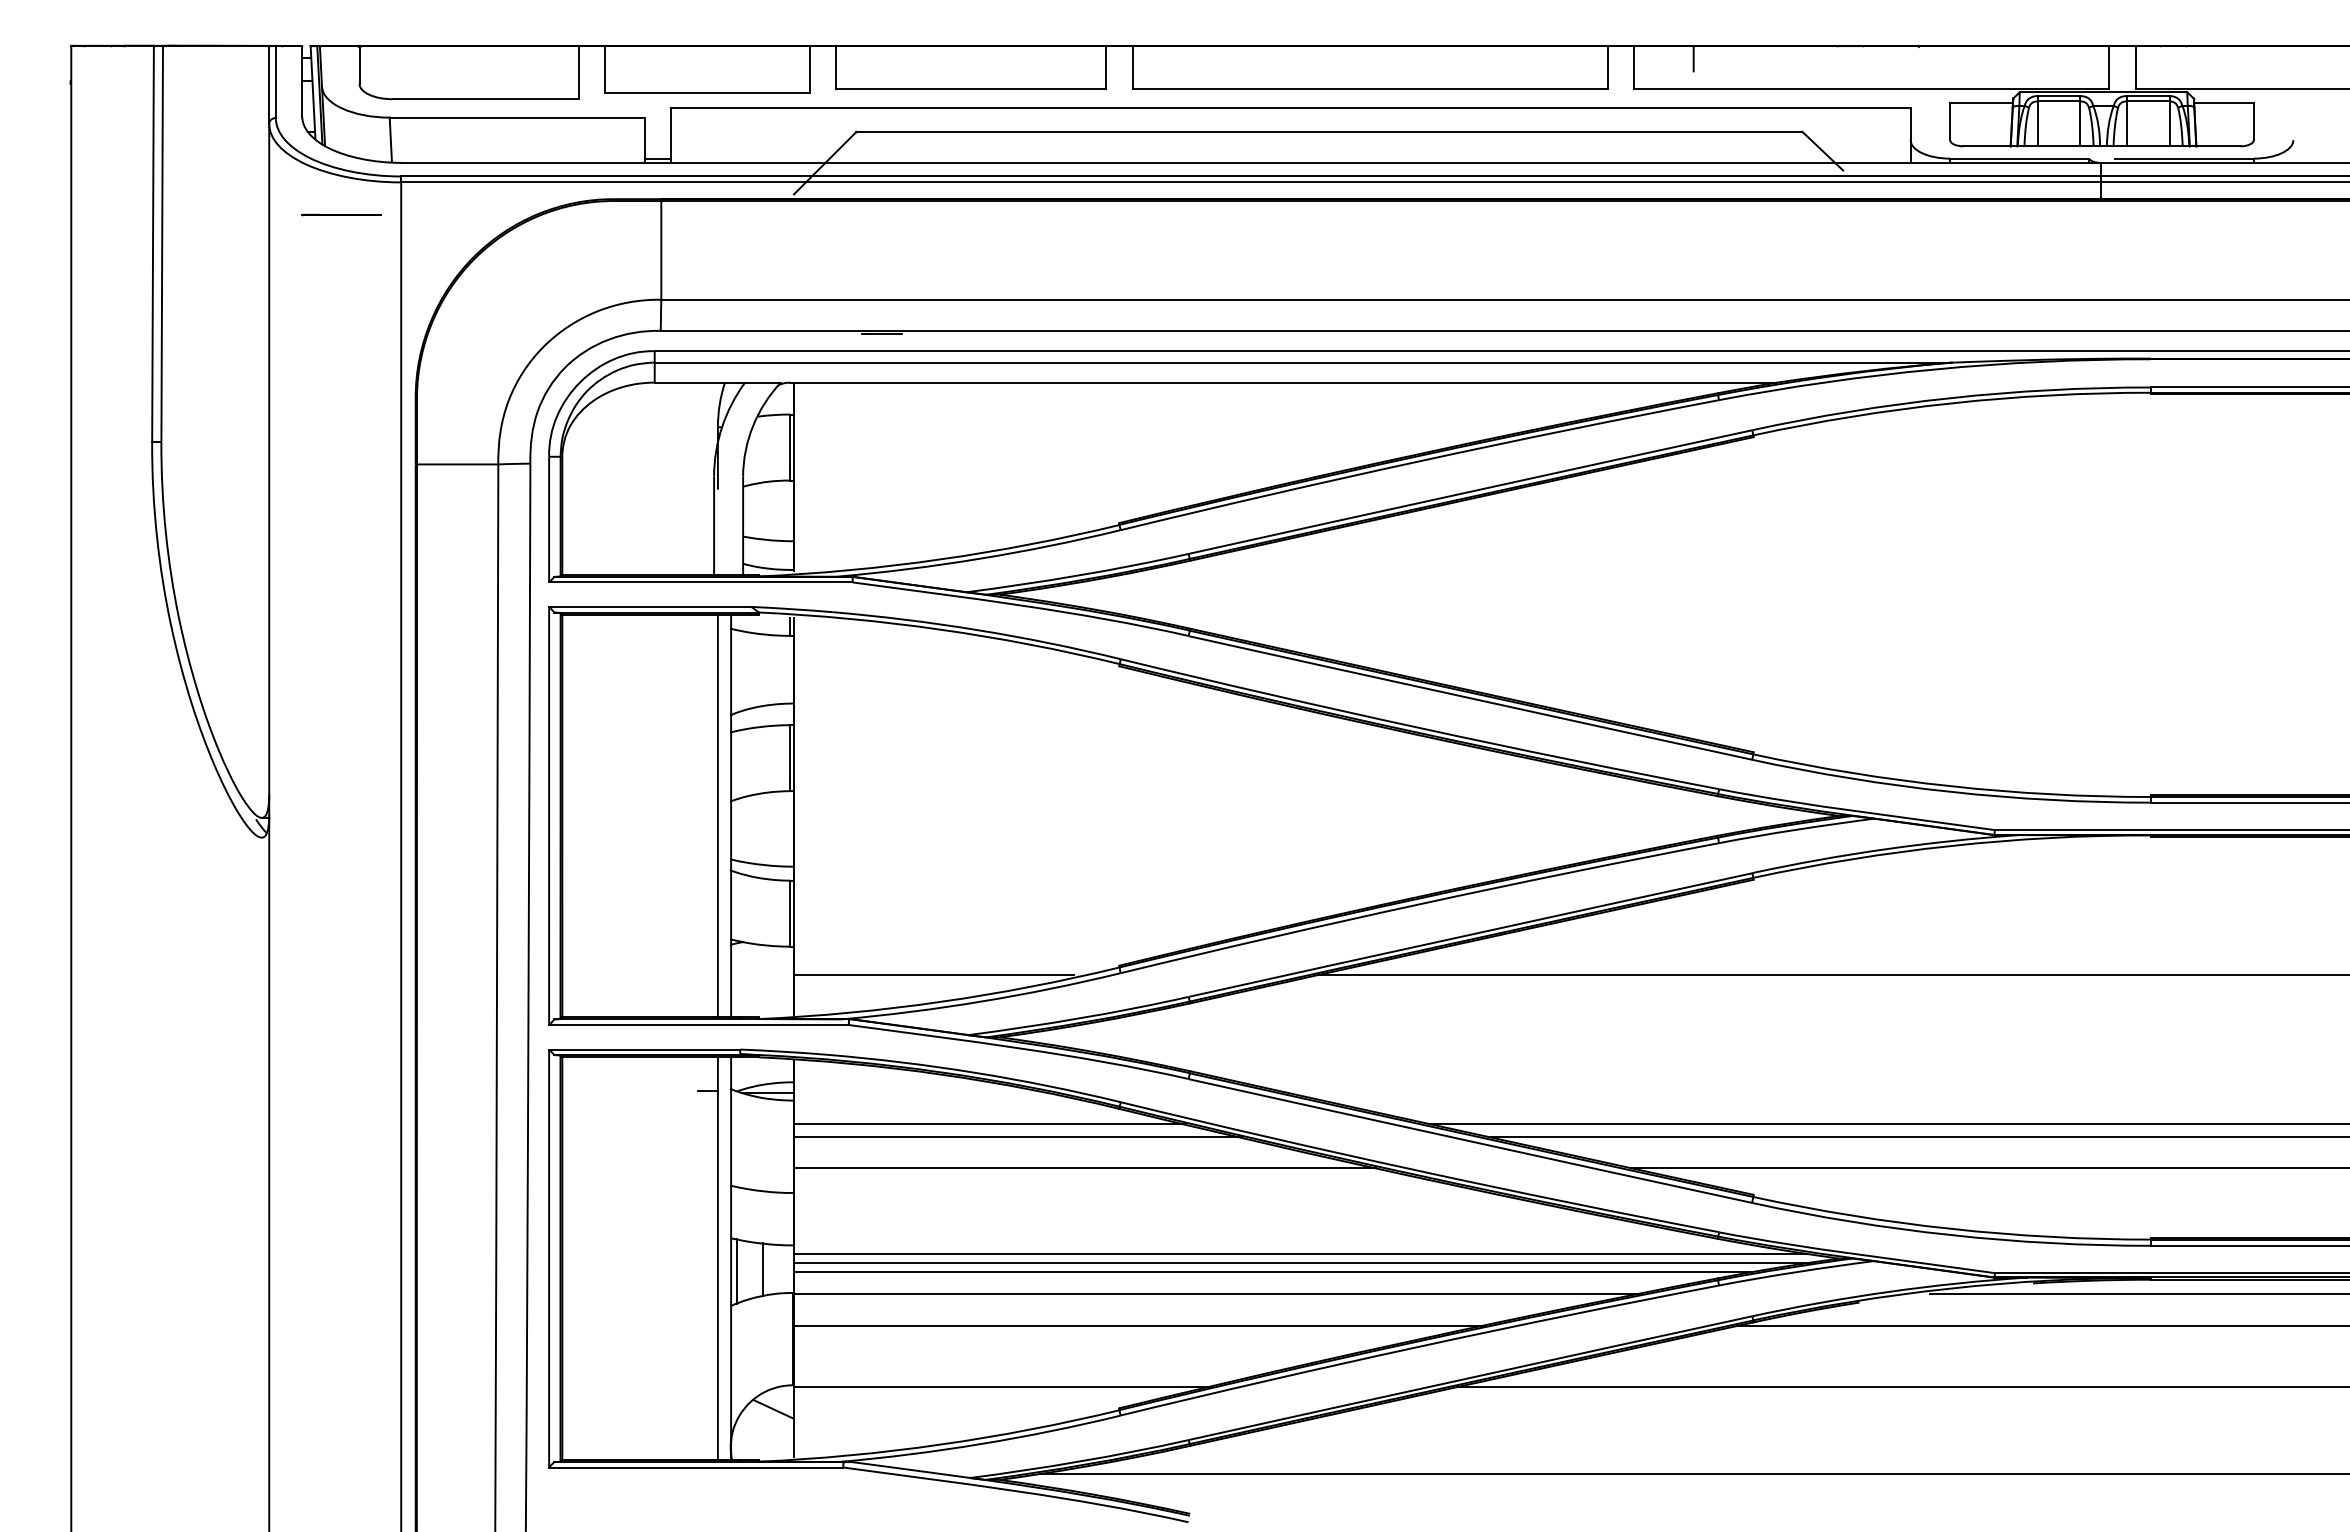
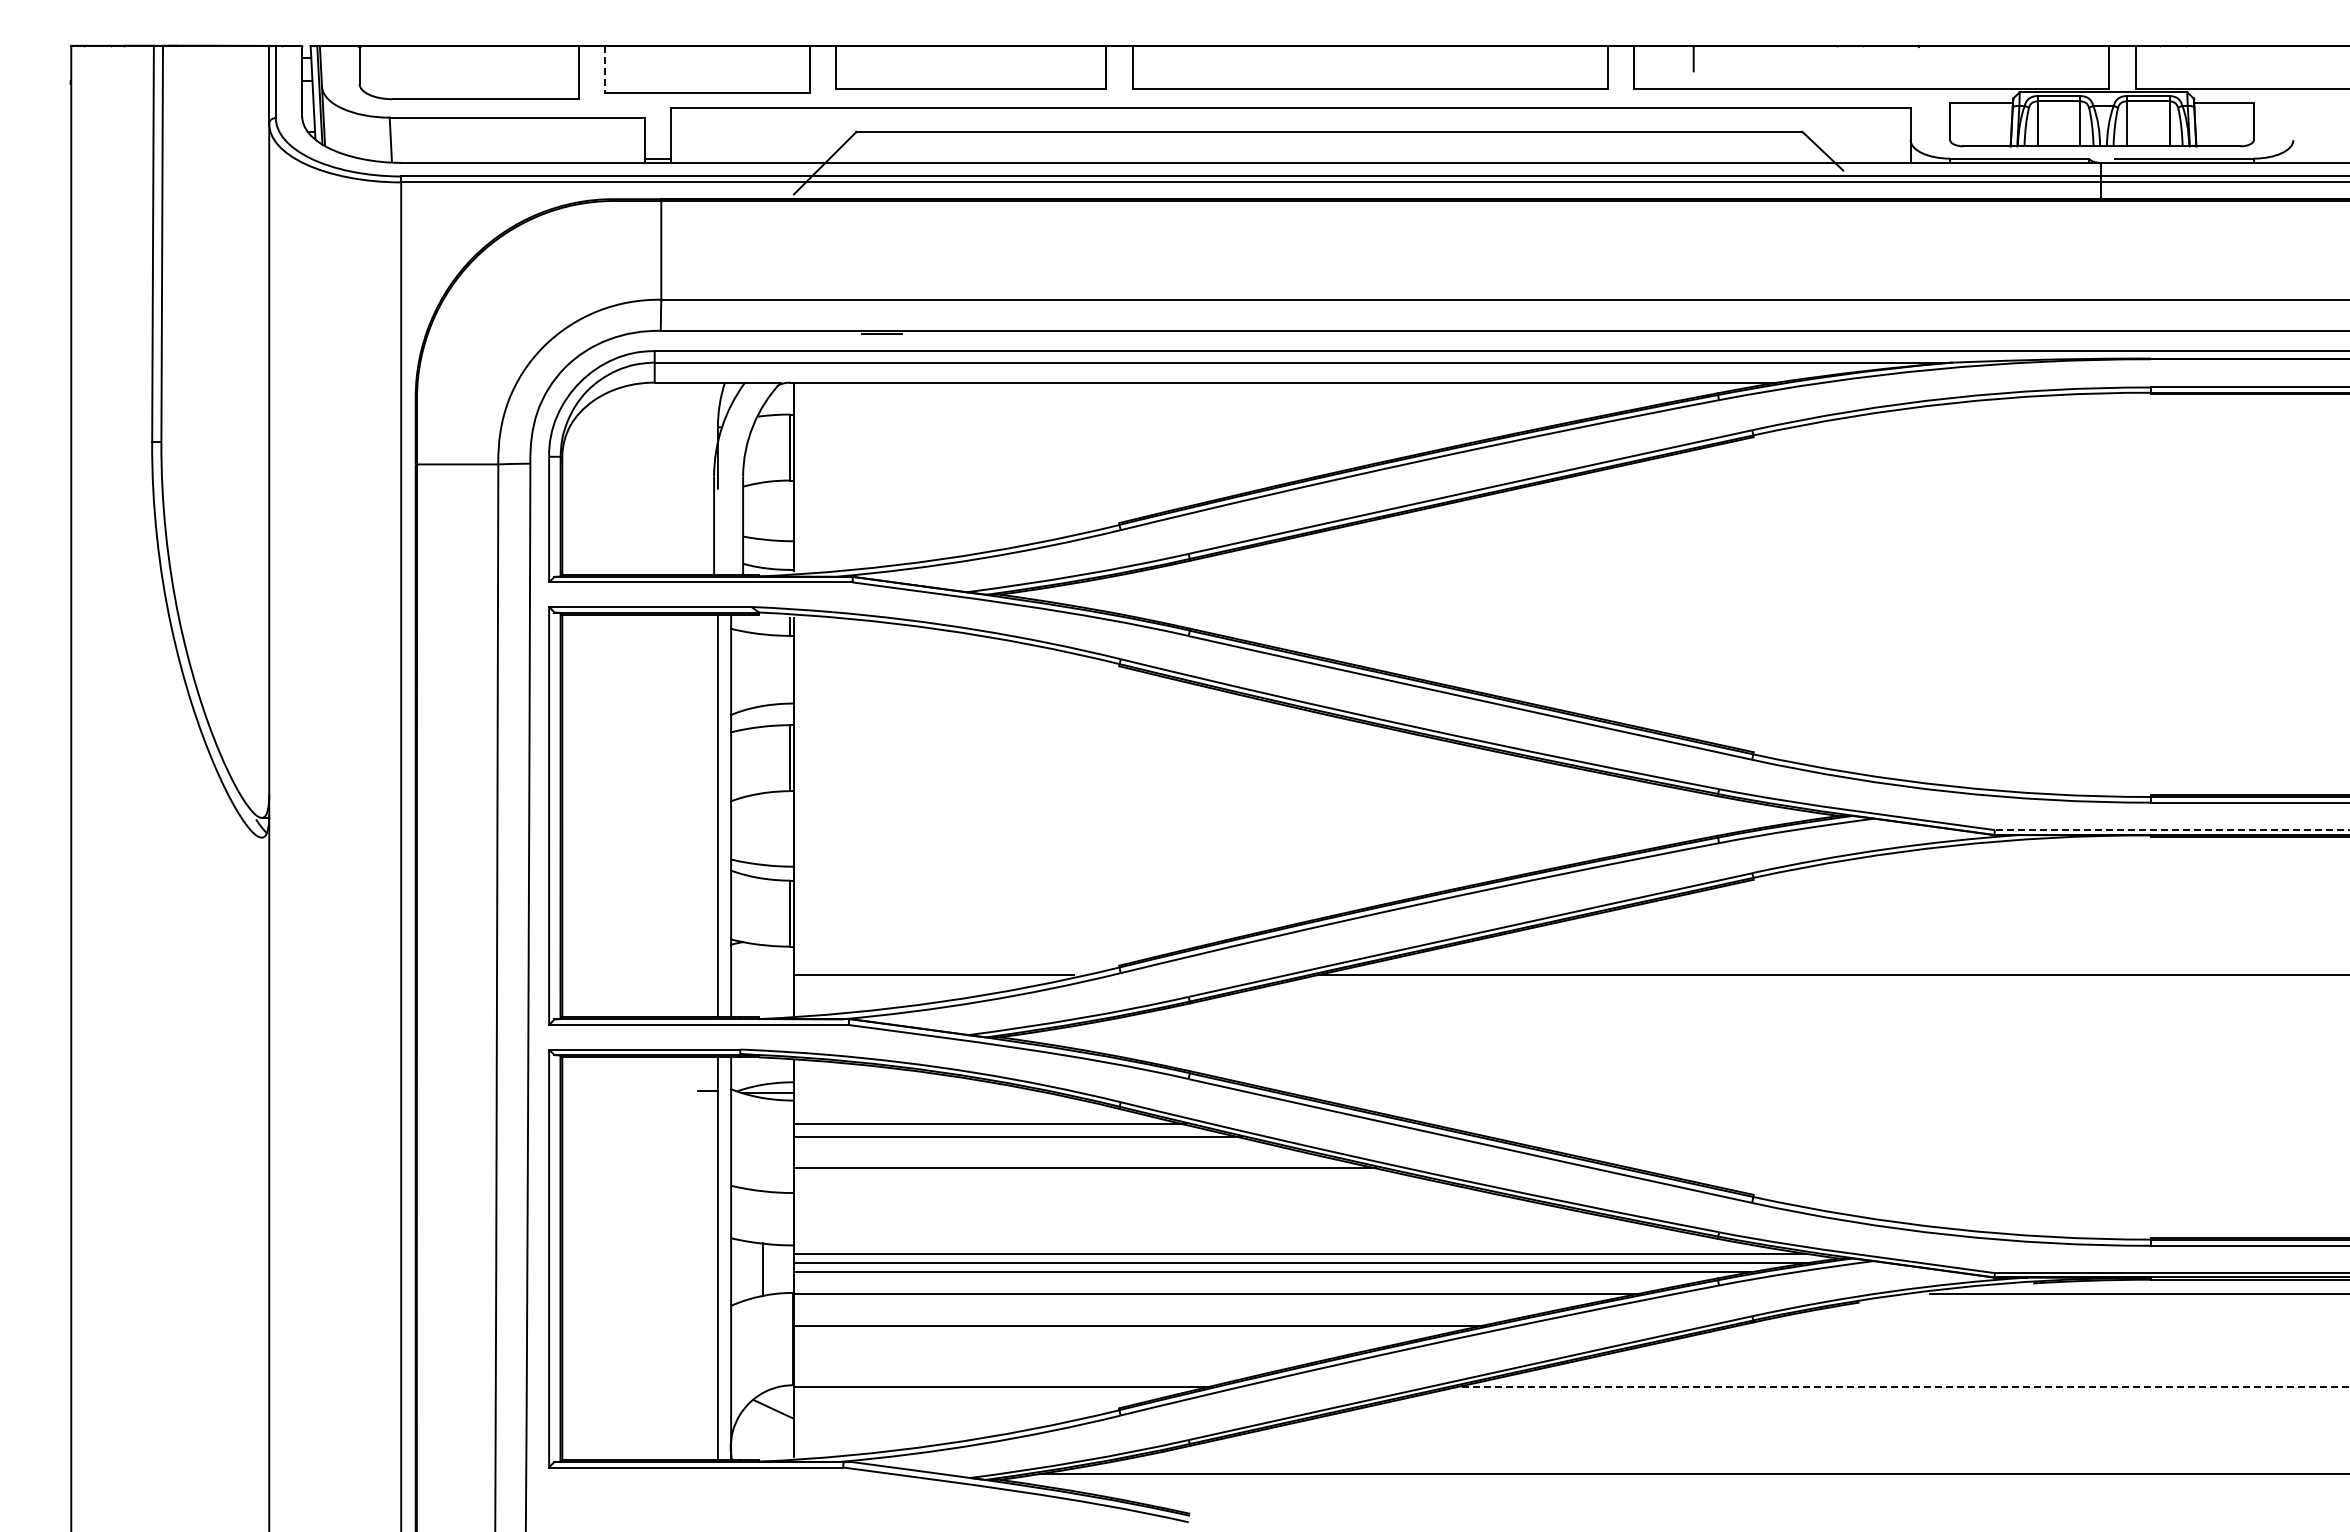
line at (604, 70): solid -> dashed
part at (341, 214): present -> none
line at (2171, 830): solid -> dashed
line at (1888, 1124): present -> none
line at (1918, 1137): present -> none
line at (1989, 1168): present -> none
line at (736, 1271): present -> none
line at (2042, 1325): present -> none
line at (1903, 1387): solid -> dashed
